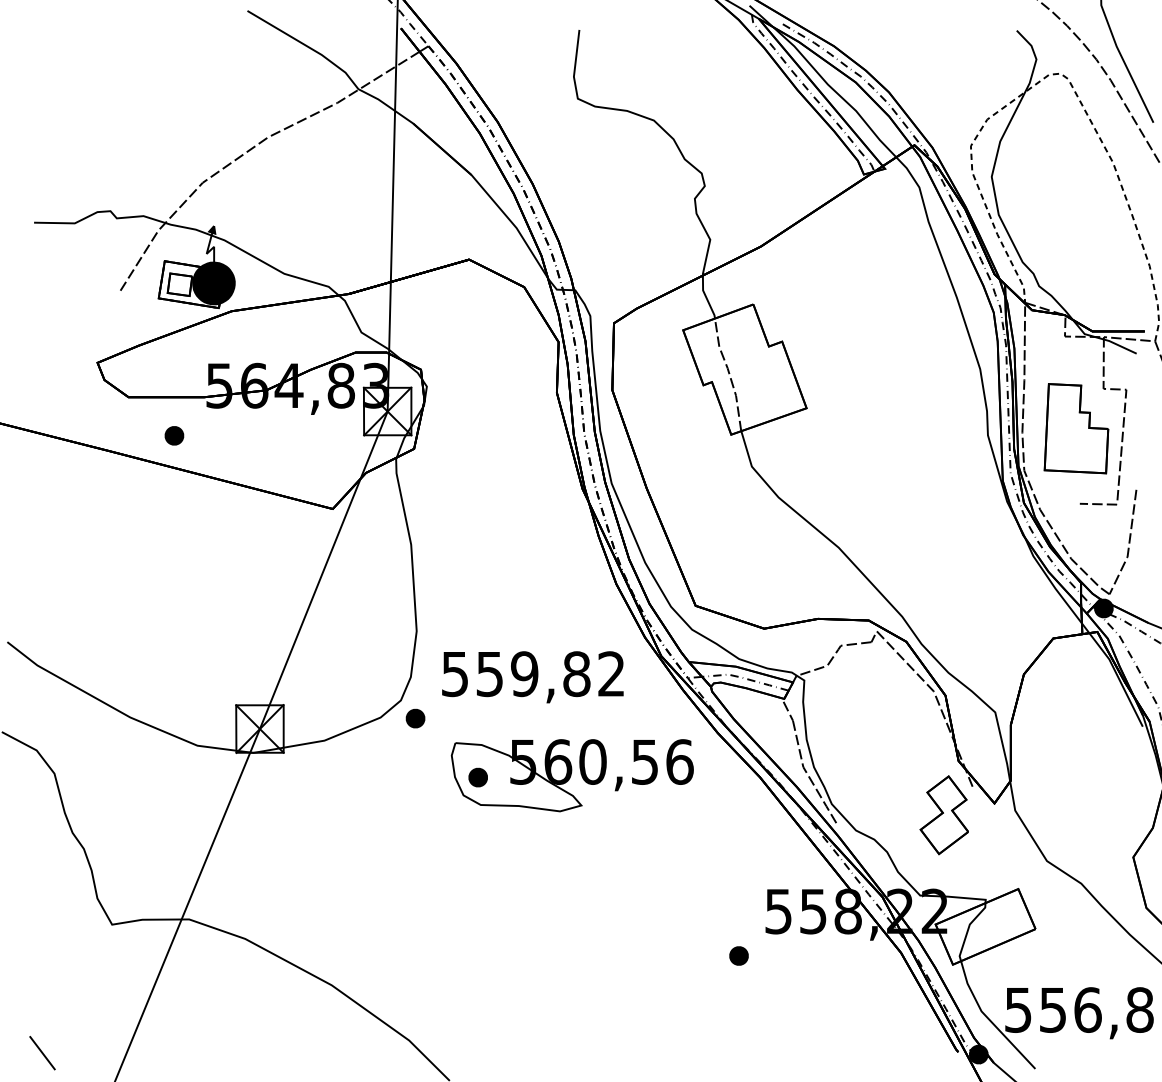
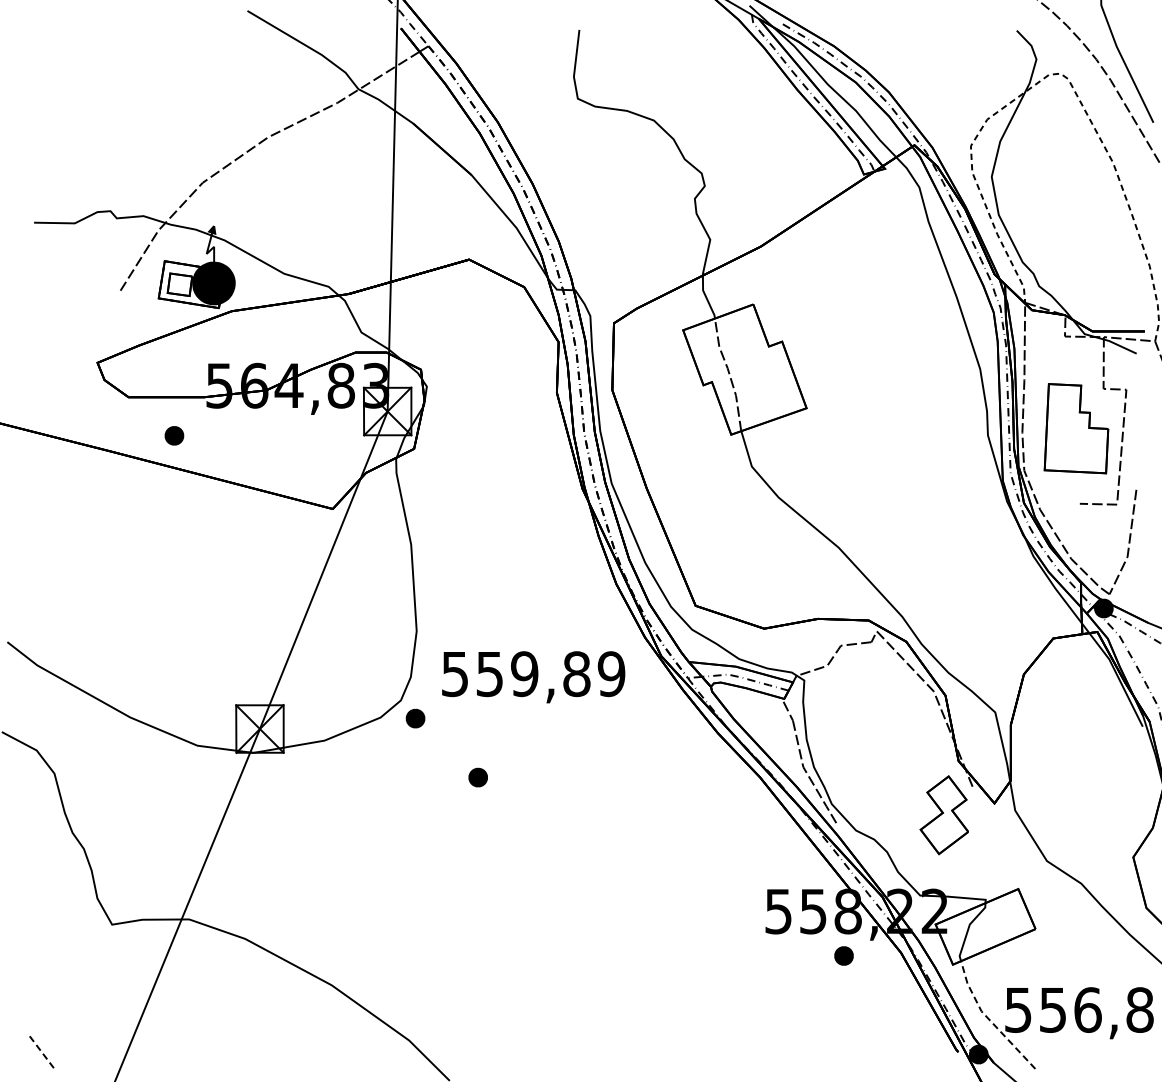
text at (611, 674): 559,82 -> 559,89
part at (571, 775): present -> none
part at (738, 955) position: (738, 955) -> (843, 955)
line at (988, 1018): solid -> dashed
line at (42, 1053): solid -> dashed
